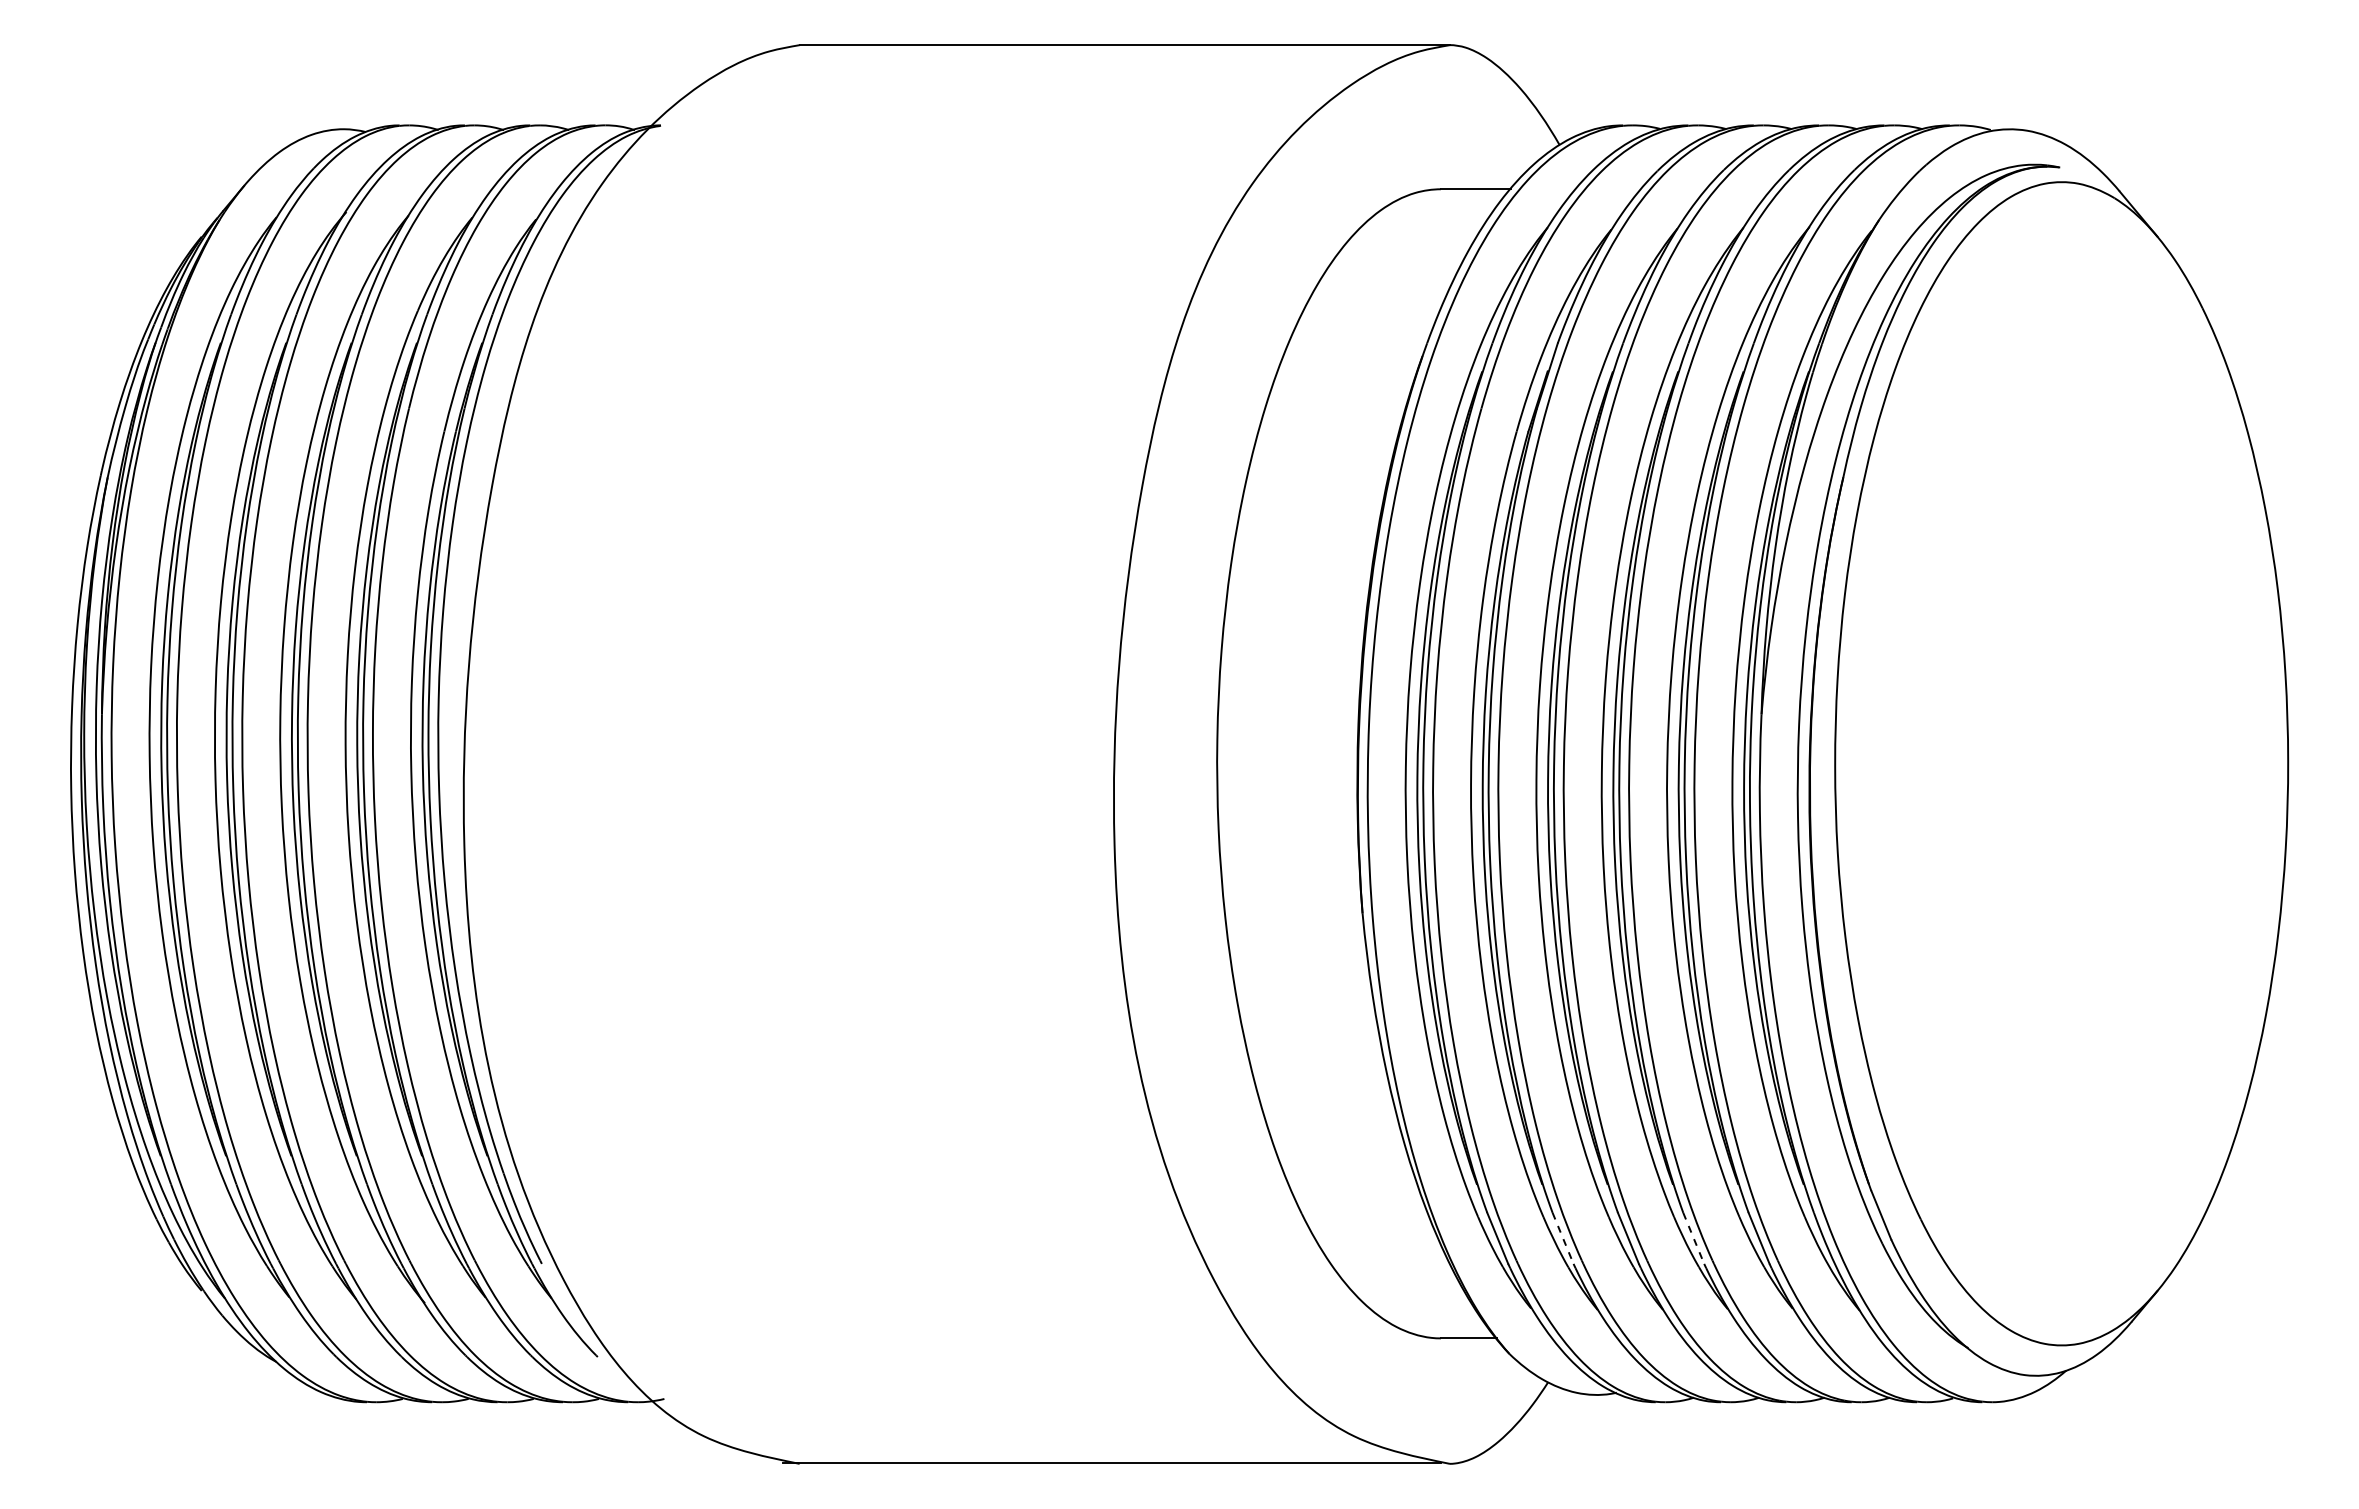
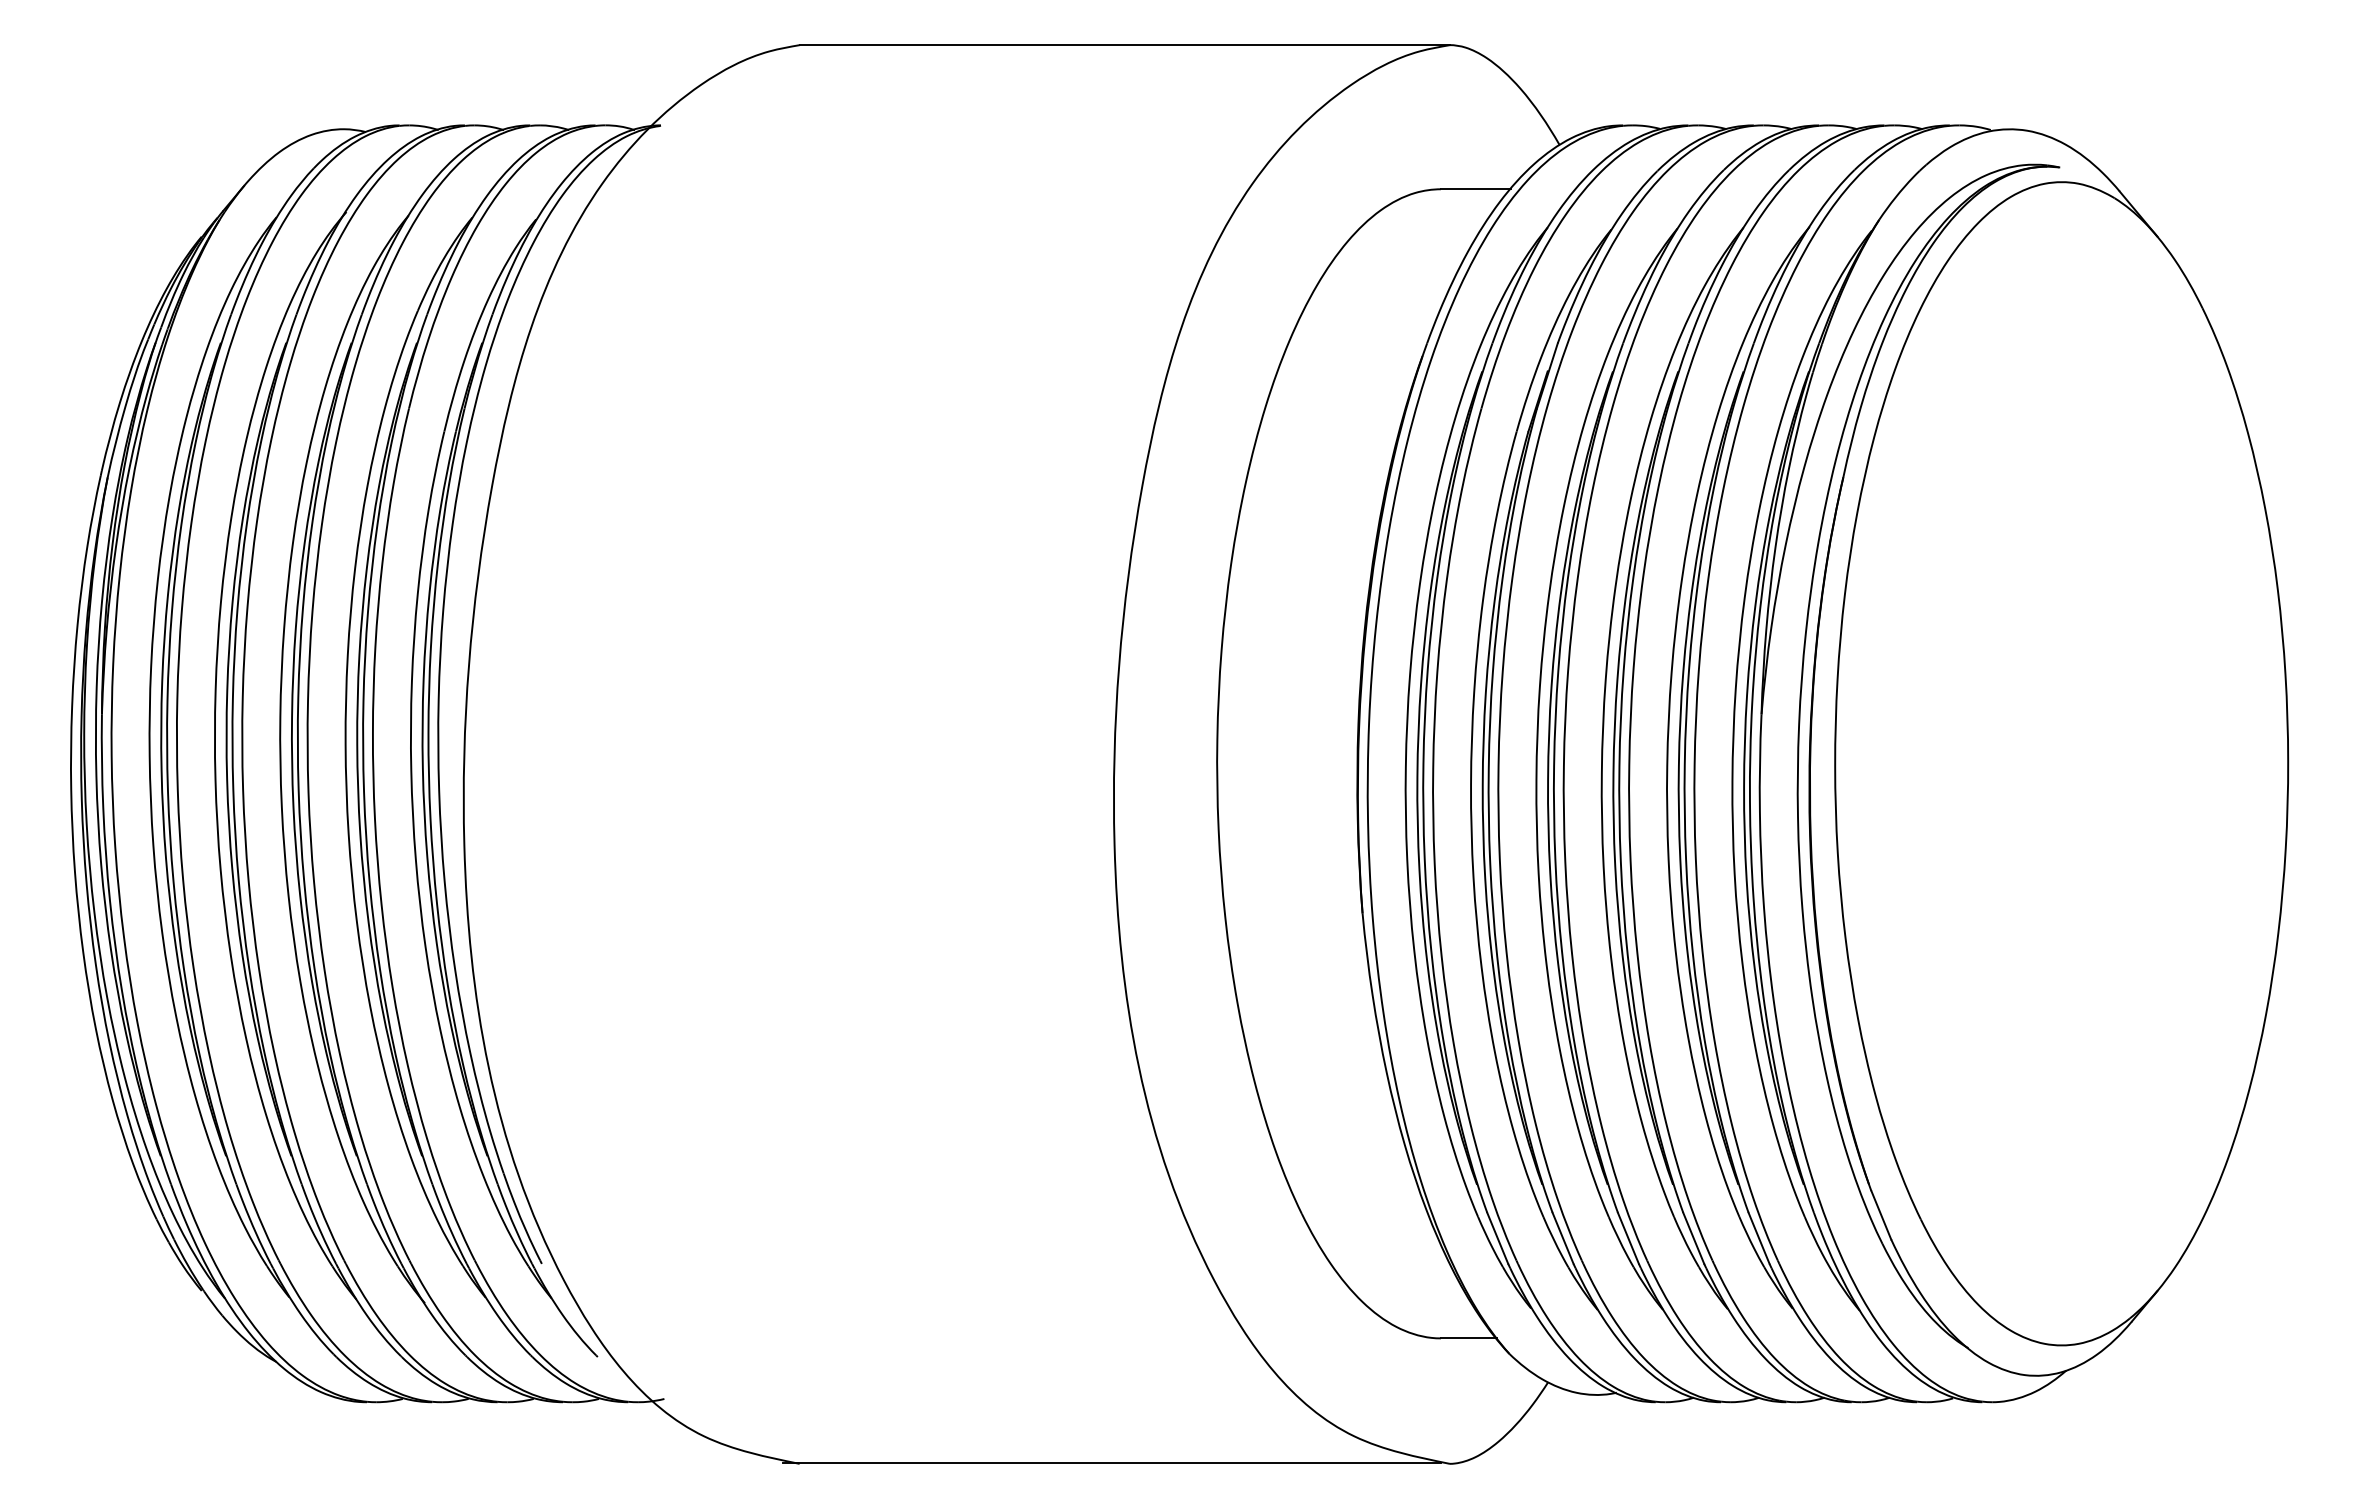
line at (1563, 1238): dashed -> solid
line at (1693, 1238): dashed -> solid
